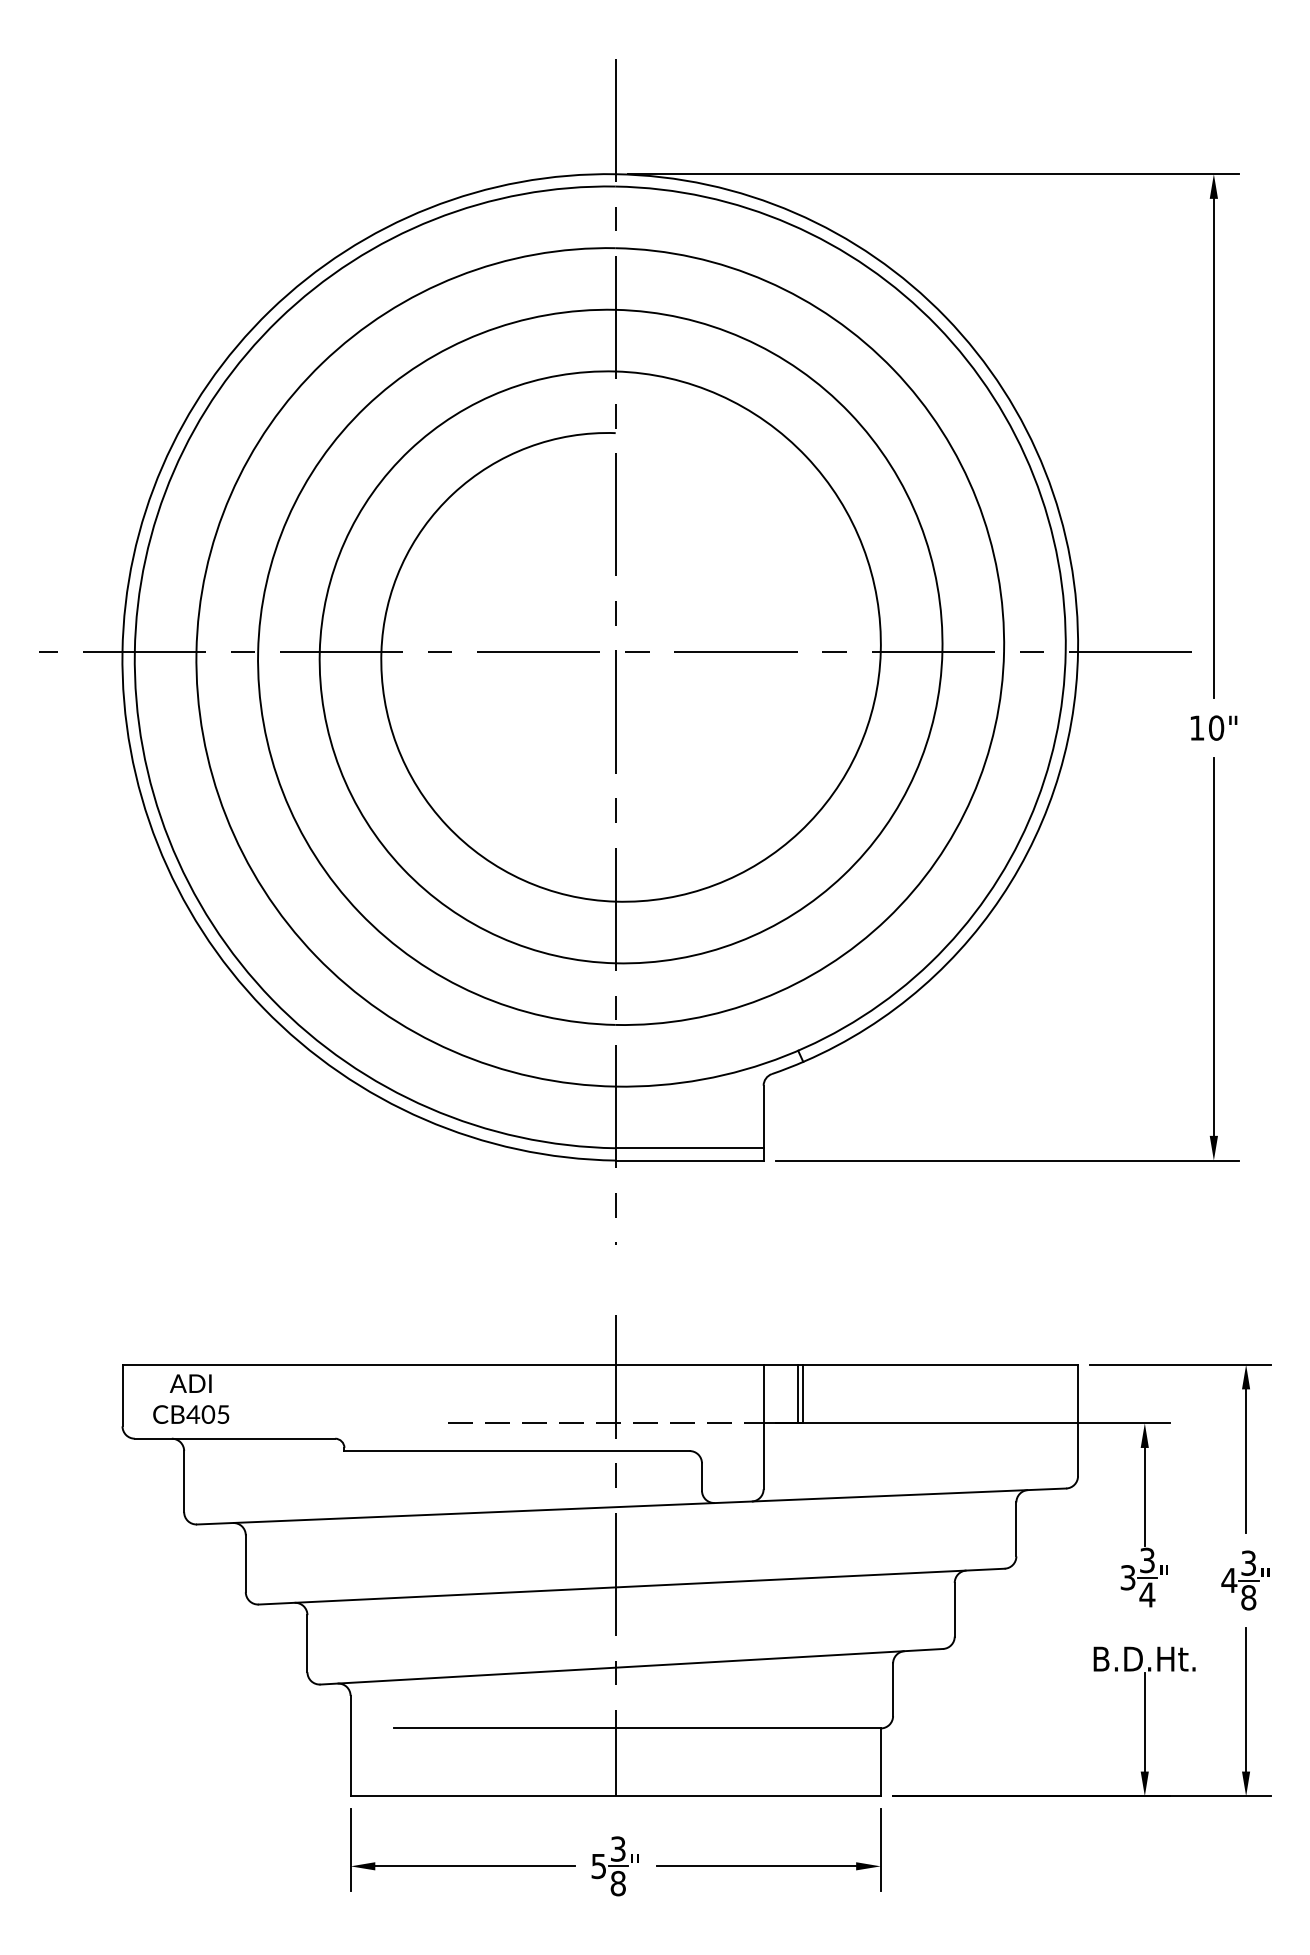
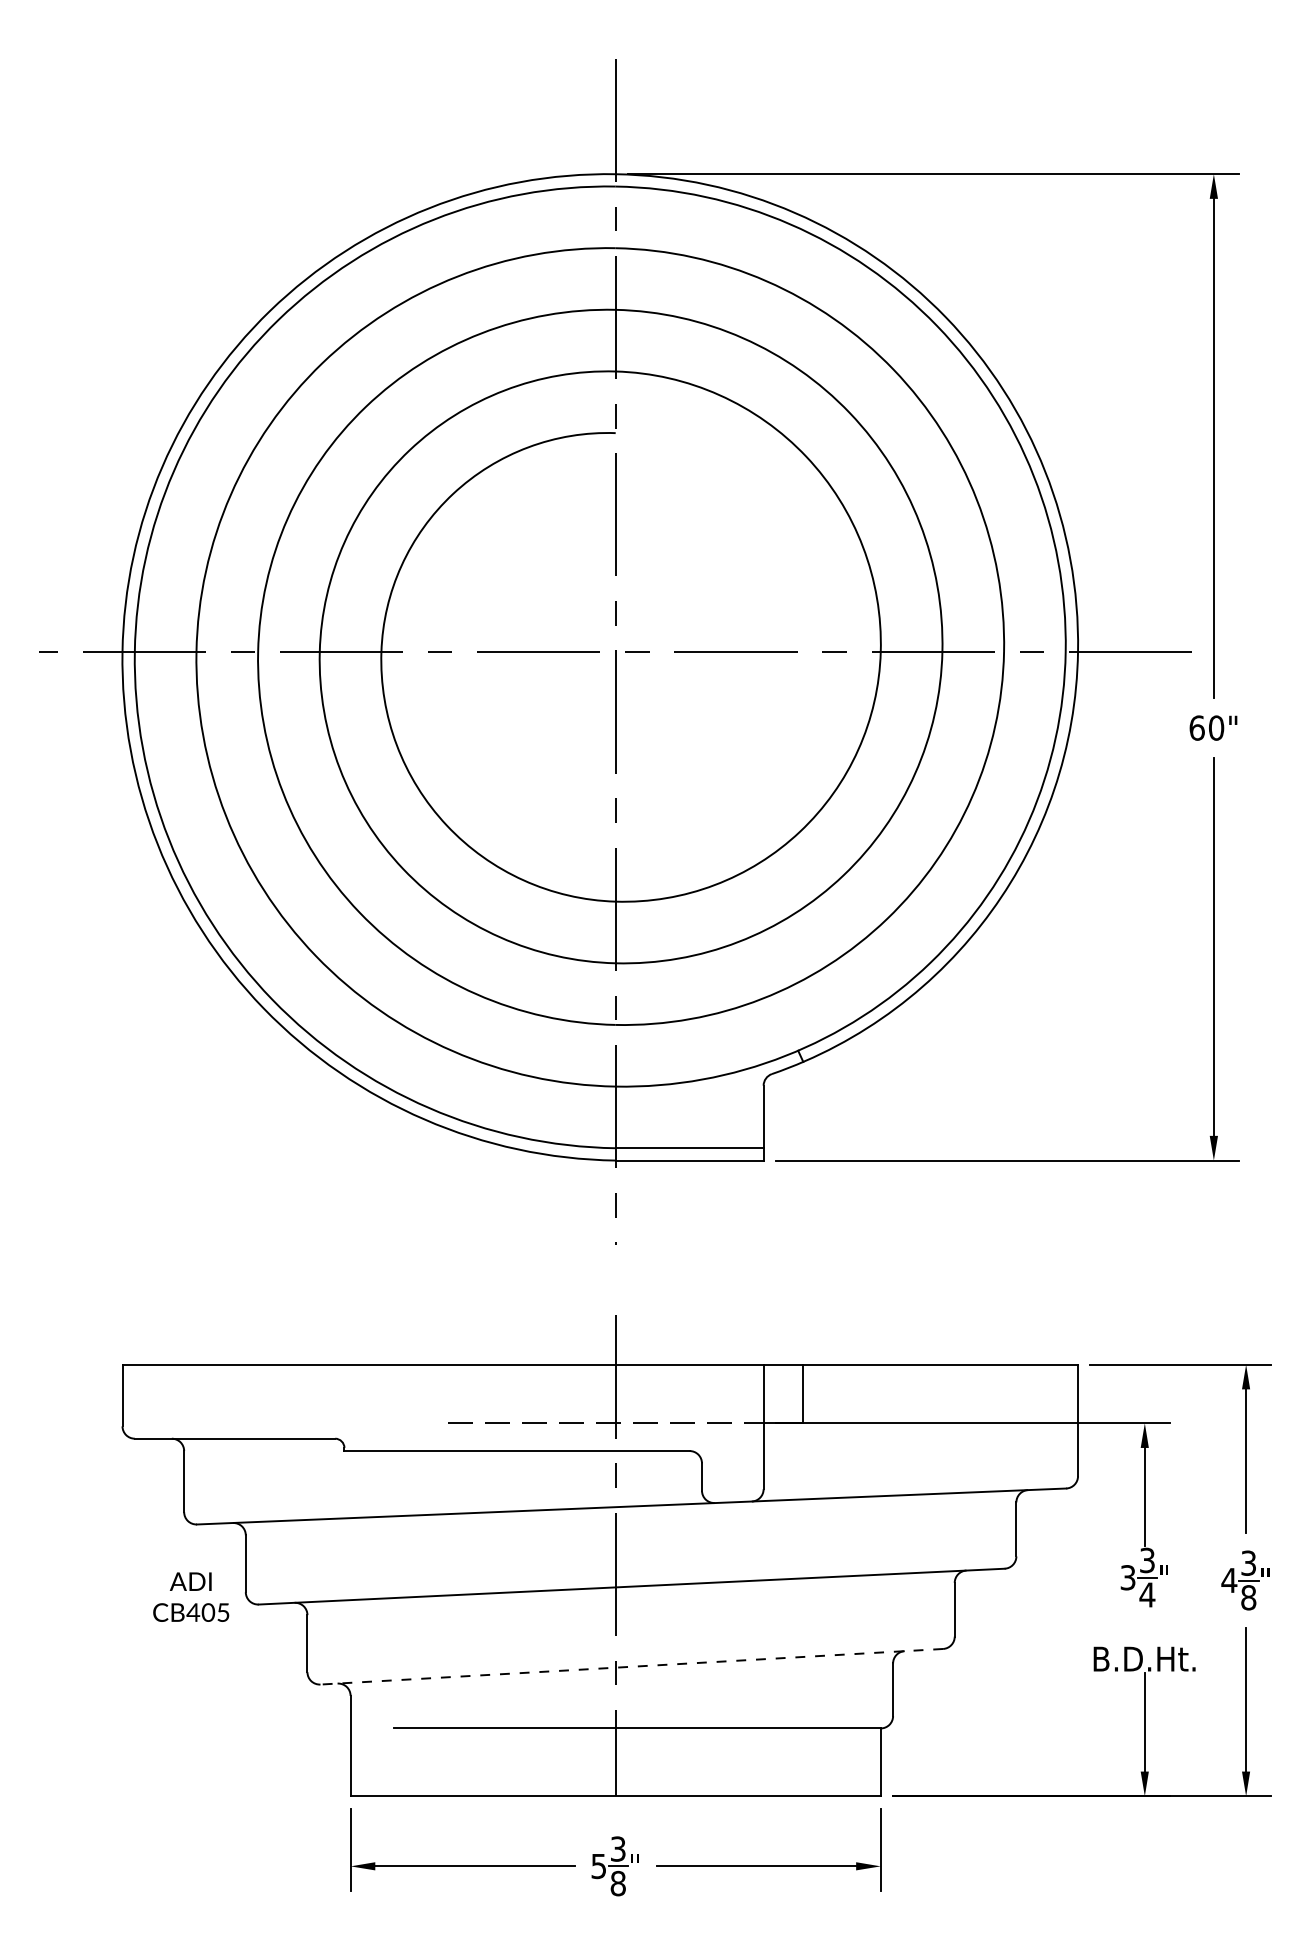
text at (1196, 727): 10" -> 60"
line at (798, 1393): present -> none
text at (191, 1398) position: (191, 1398) -> (191, 1596)
line at (631, 1666): solid -> dashed
